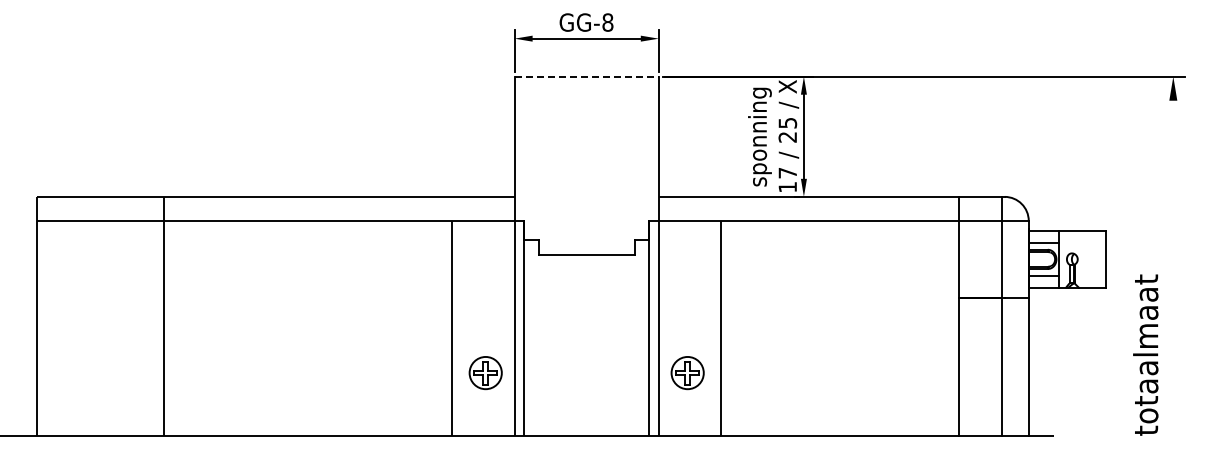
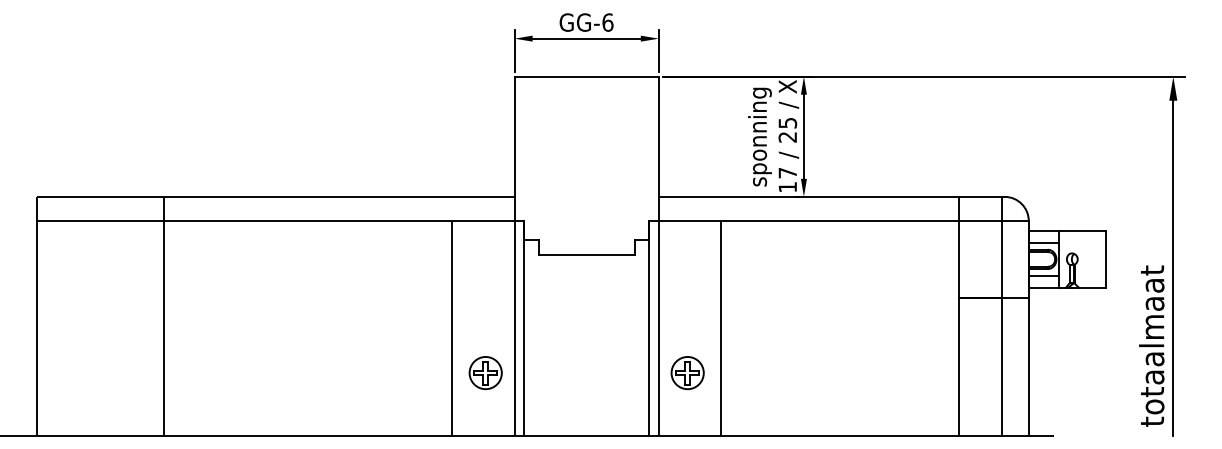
text at (607, 22): GG-8 -> GG-6
line at (587, 76): dashed -> solid
line at (1173, 267): none -> present
text at (1145, 354) position: (1145, 354) -> (1151, 345)
